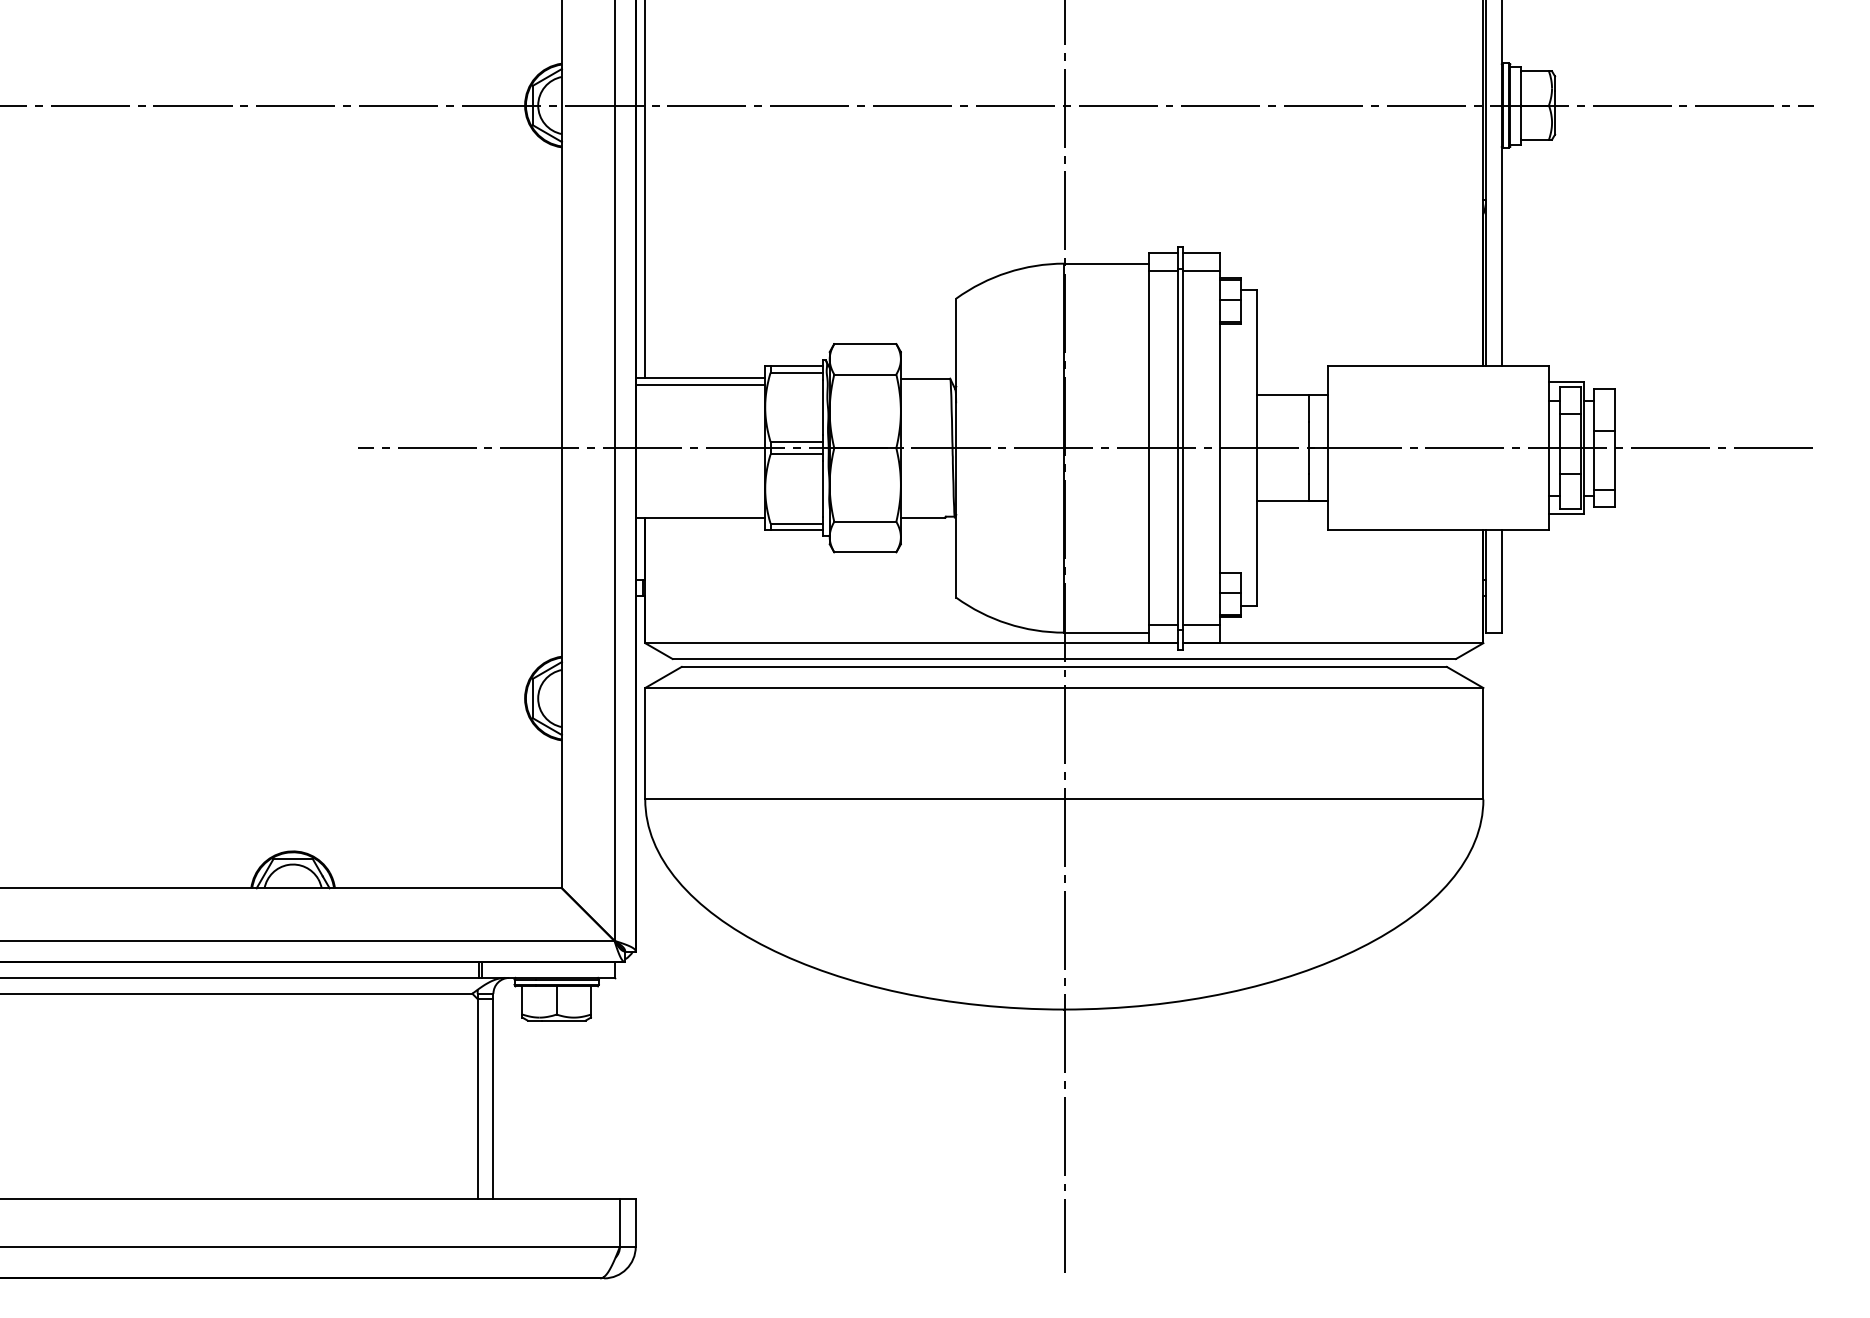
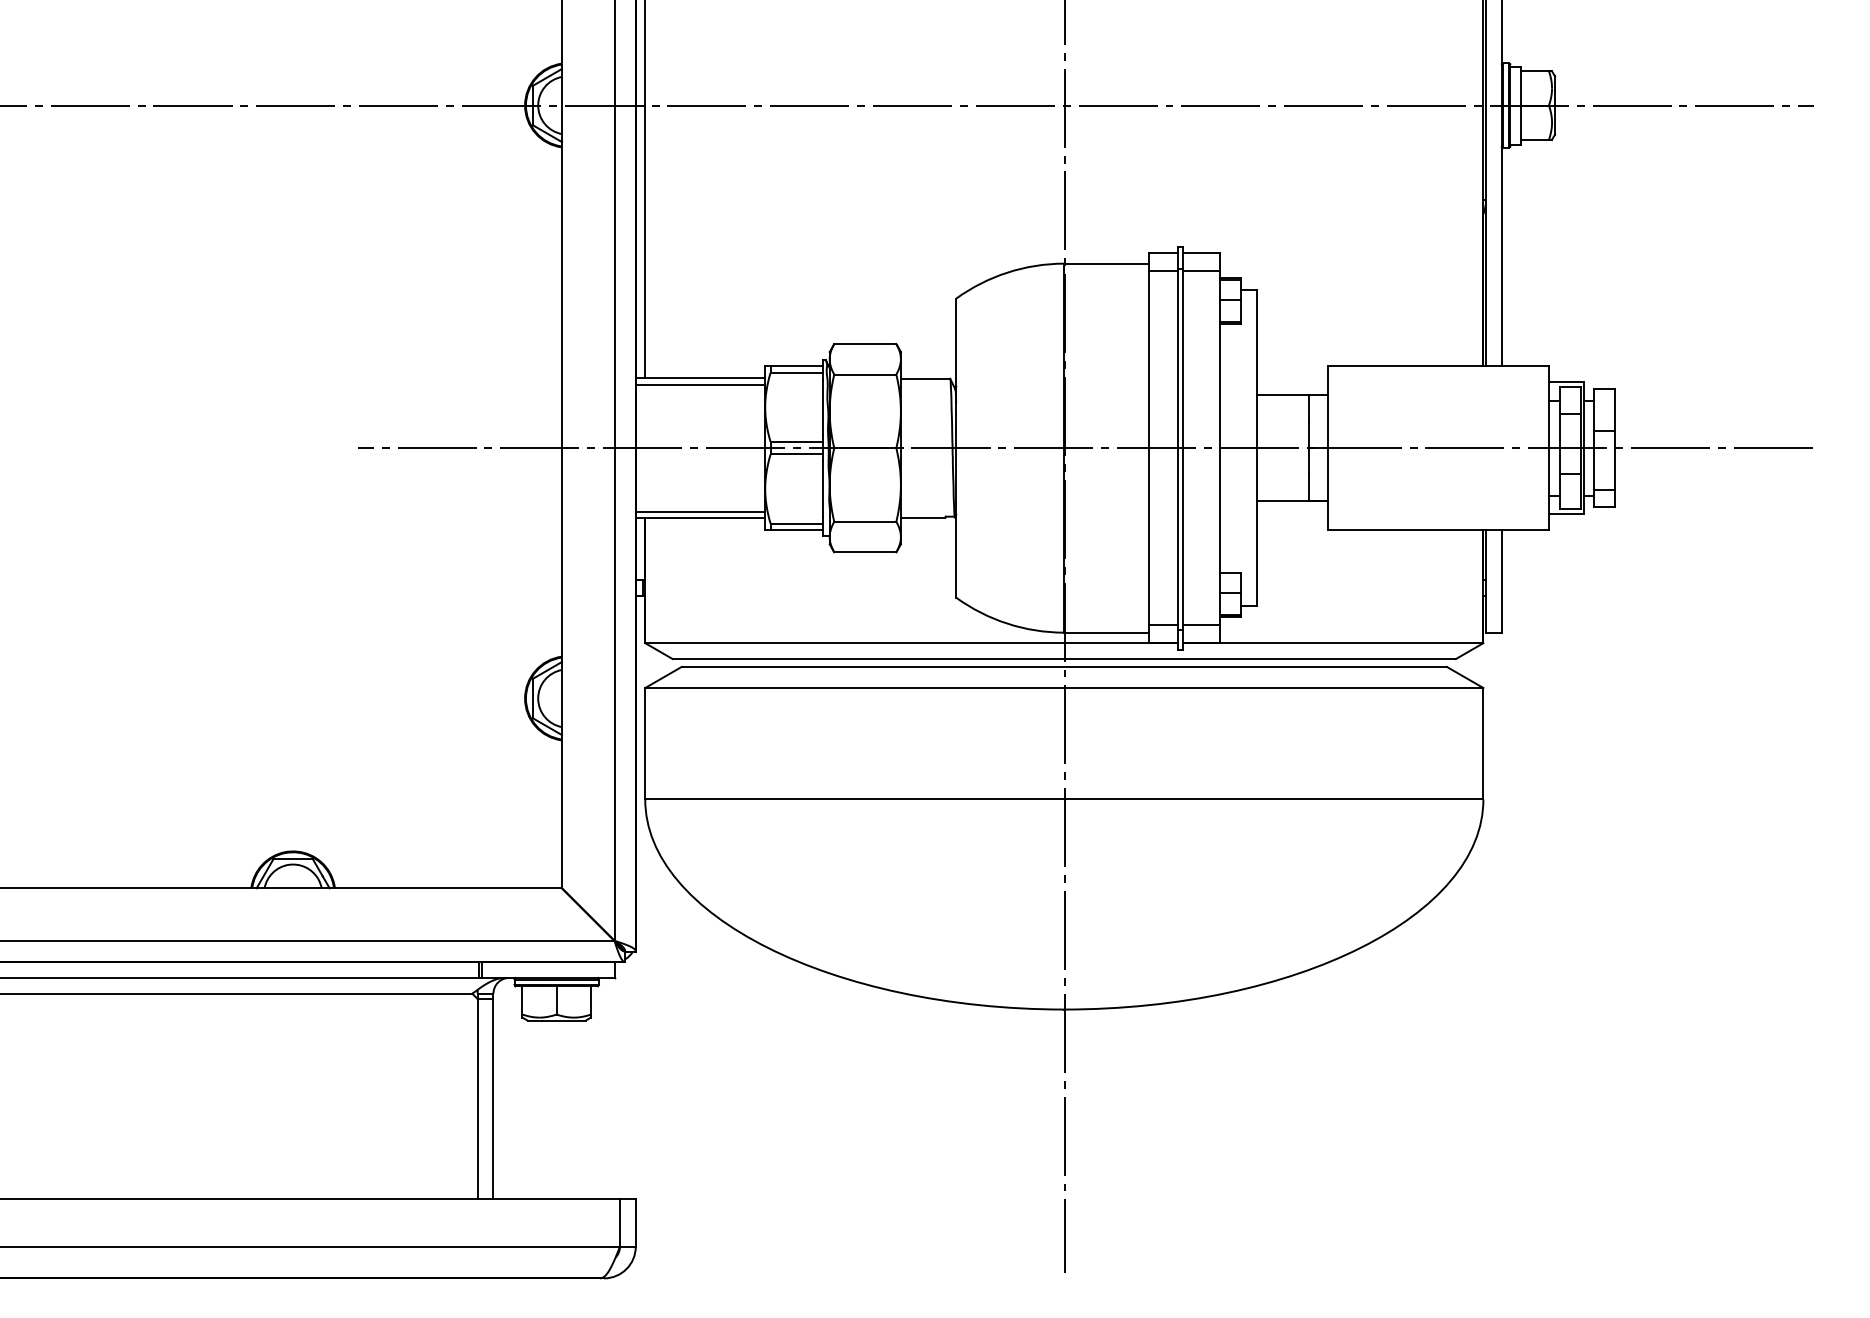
line at (700, 511): none -> present
